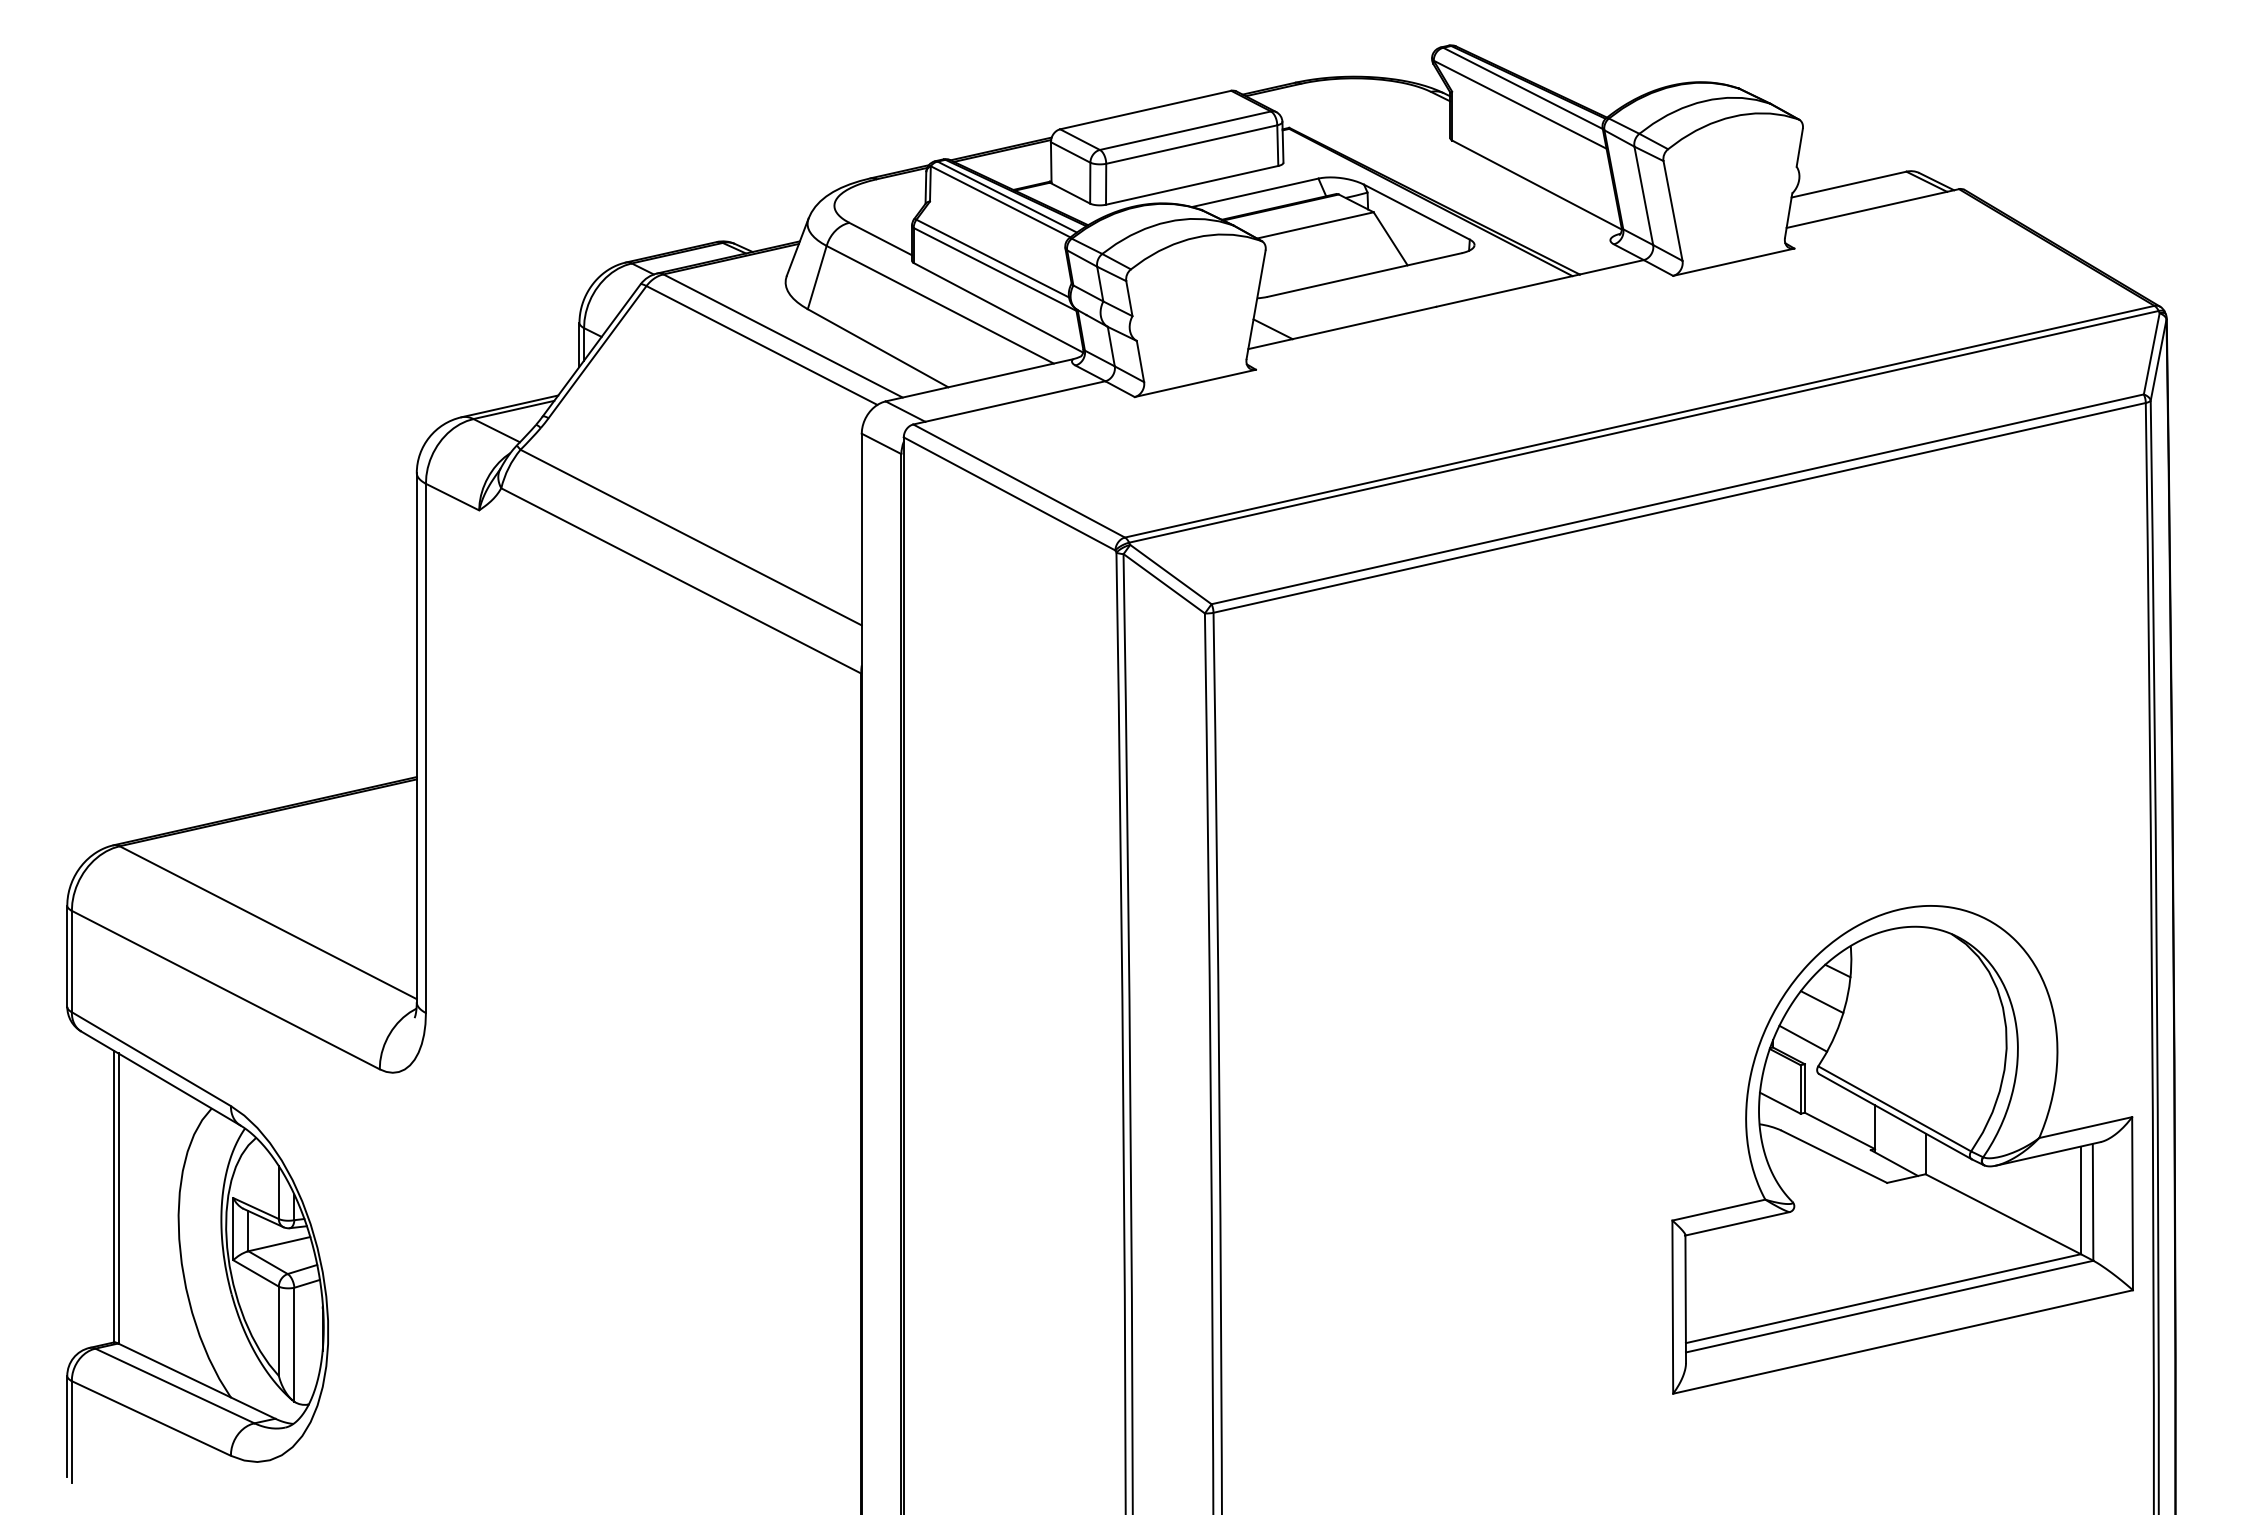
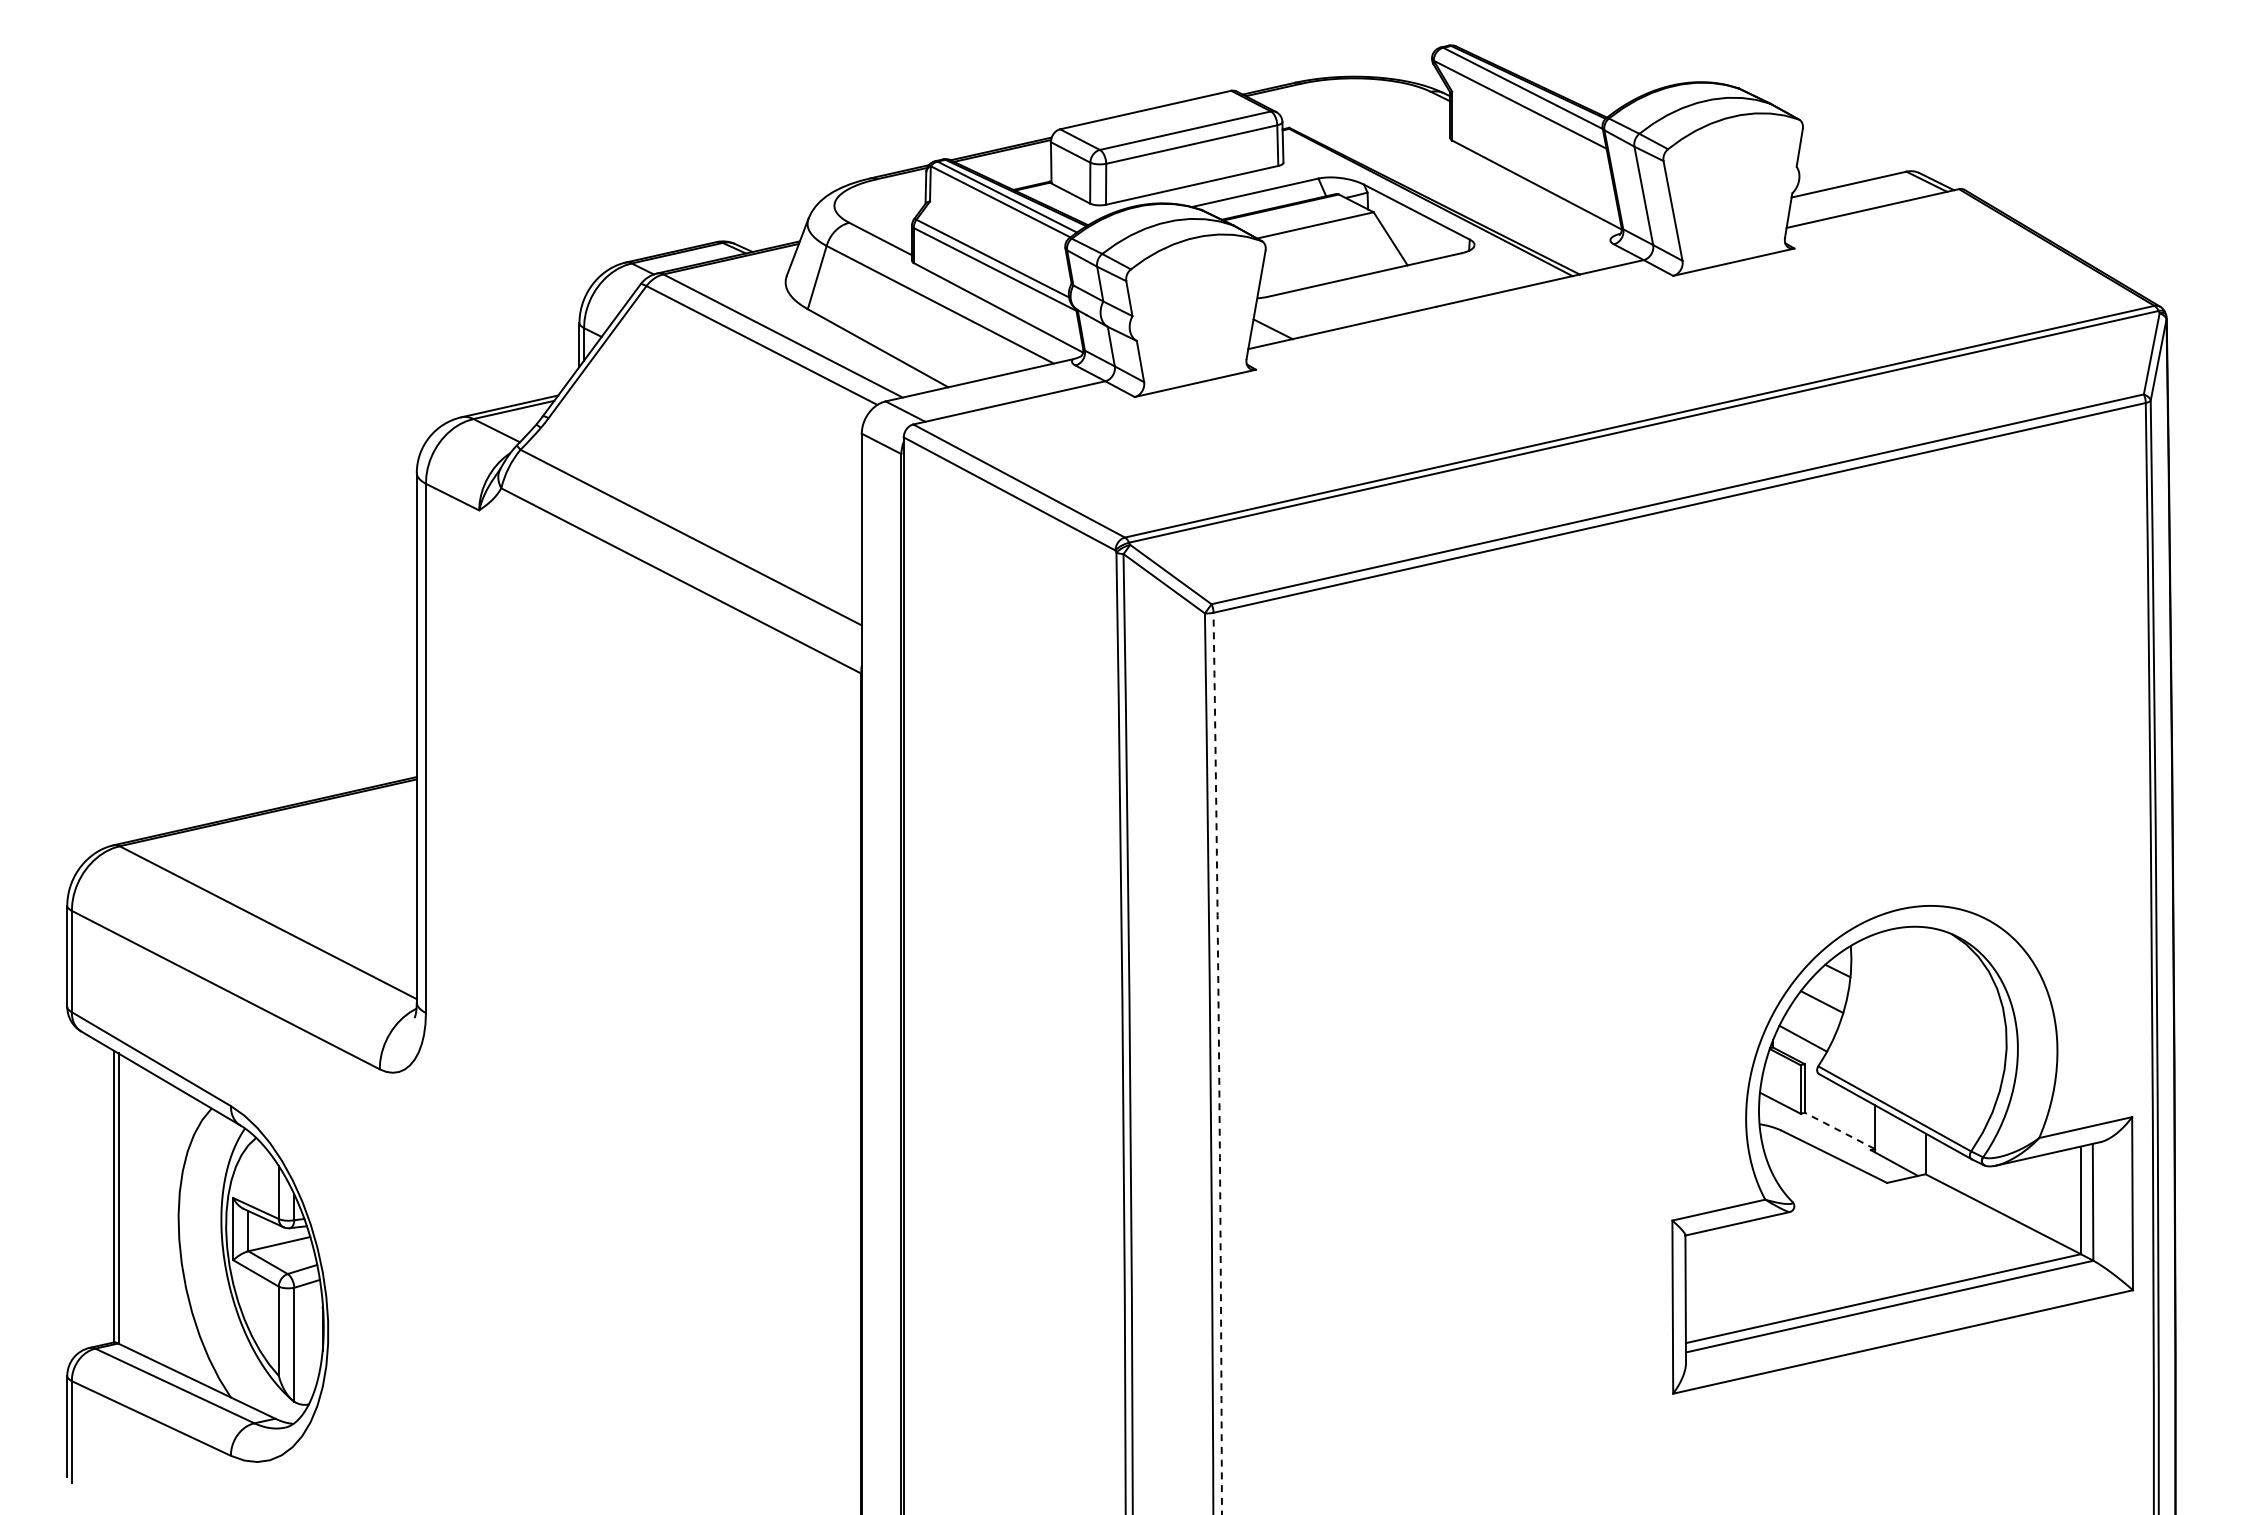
arc at (1219, 1064): solid -> dashed
line at (1839, 1130): solid -> dashed
